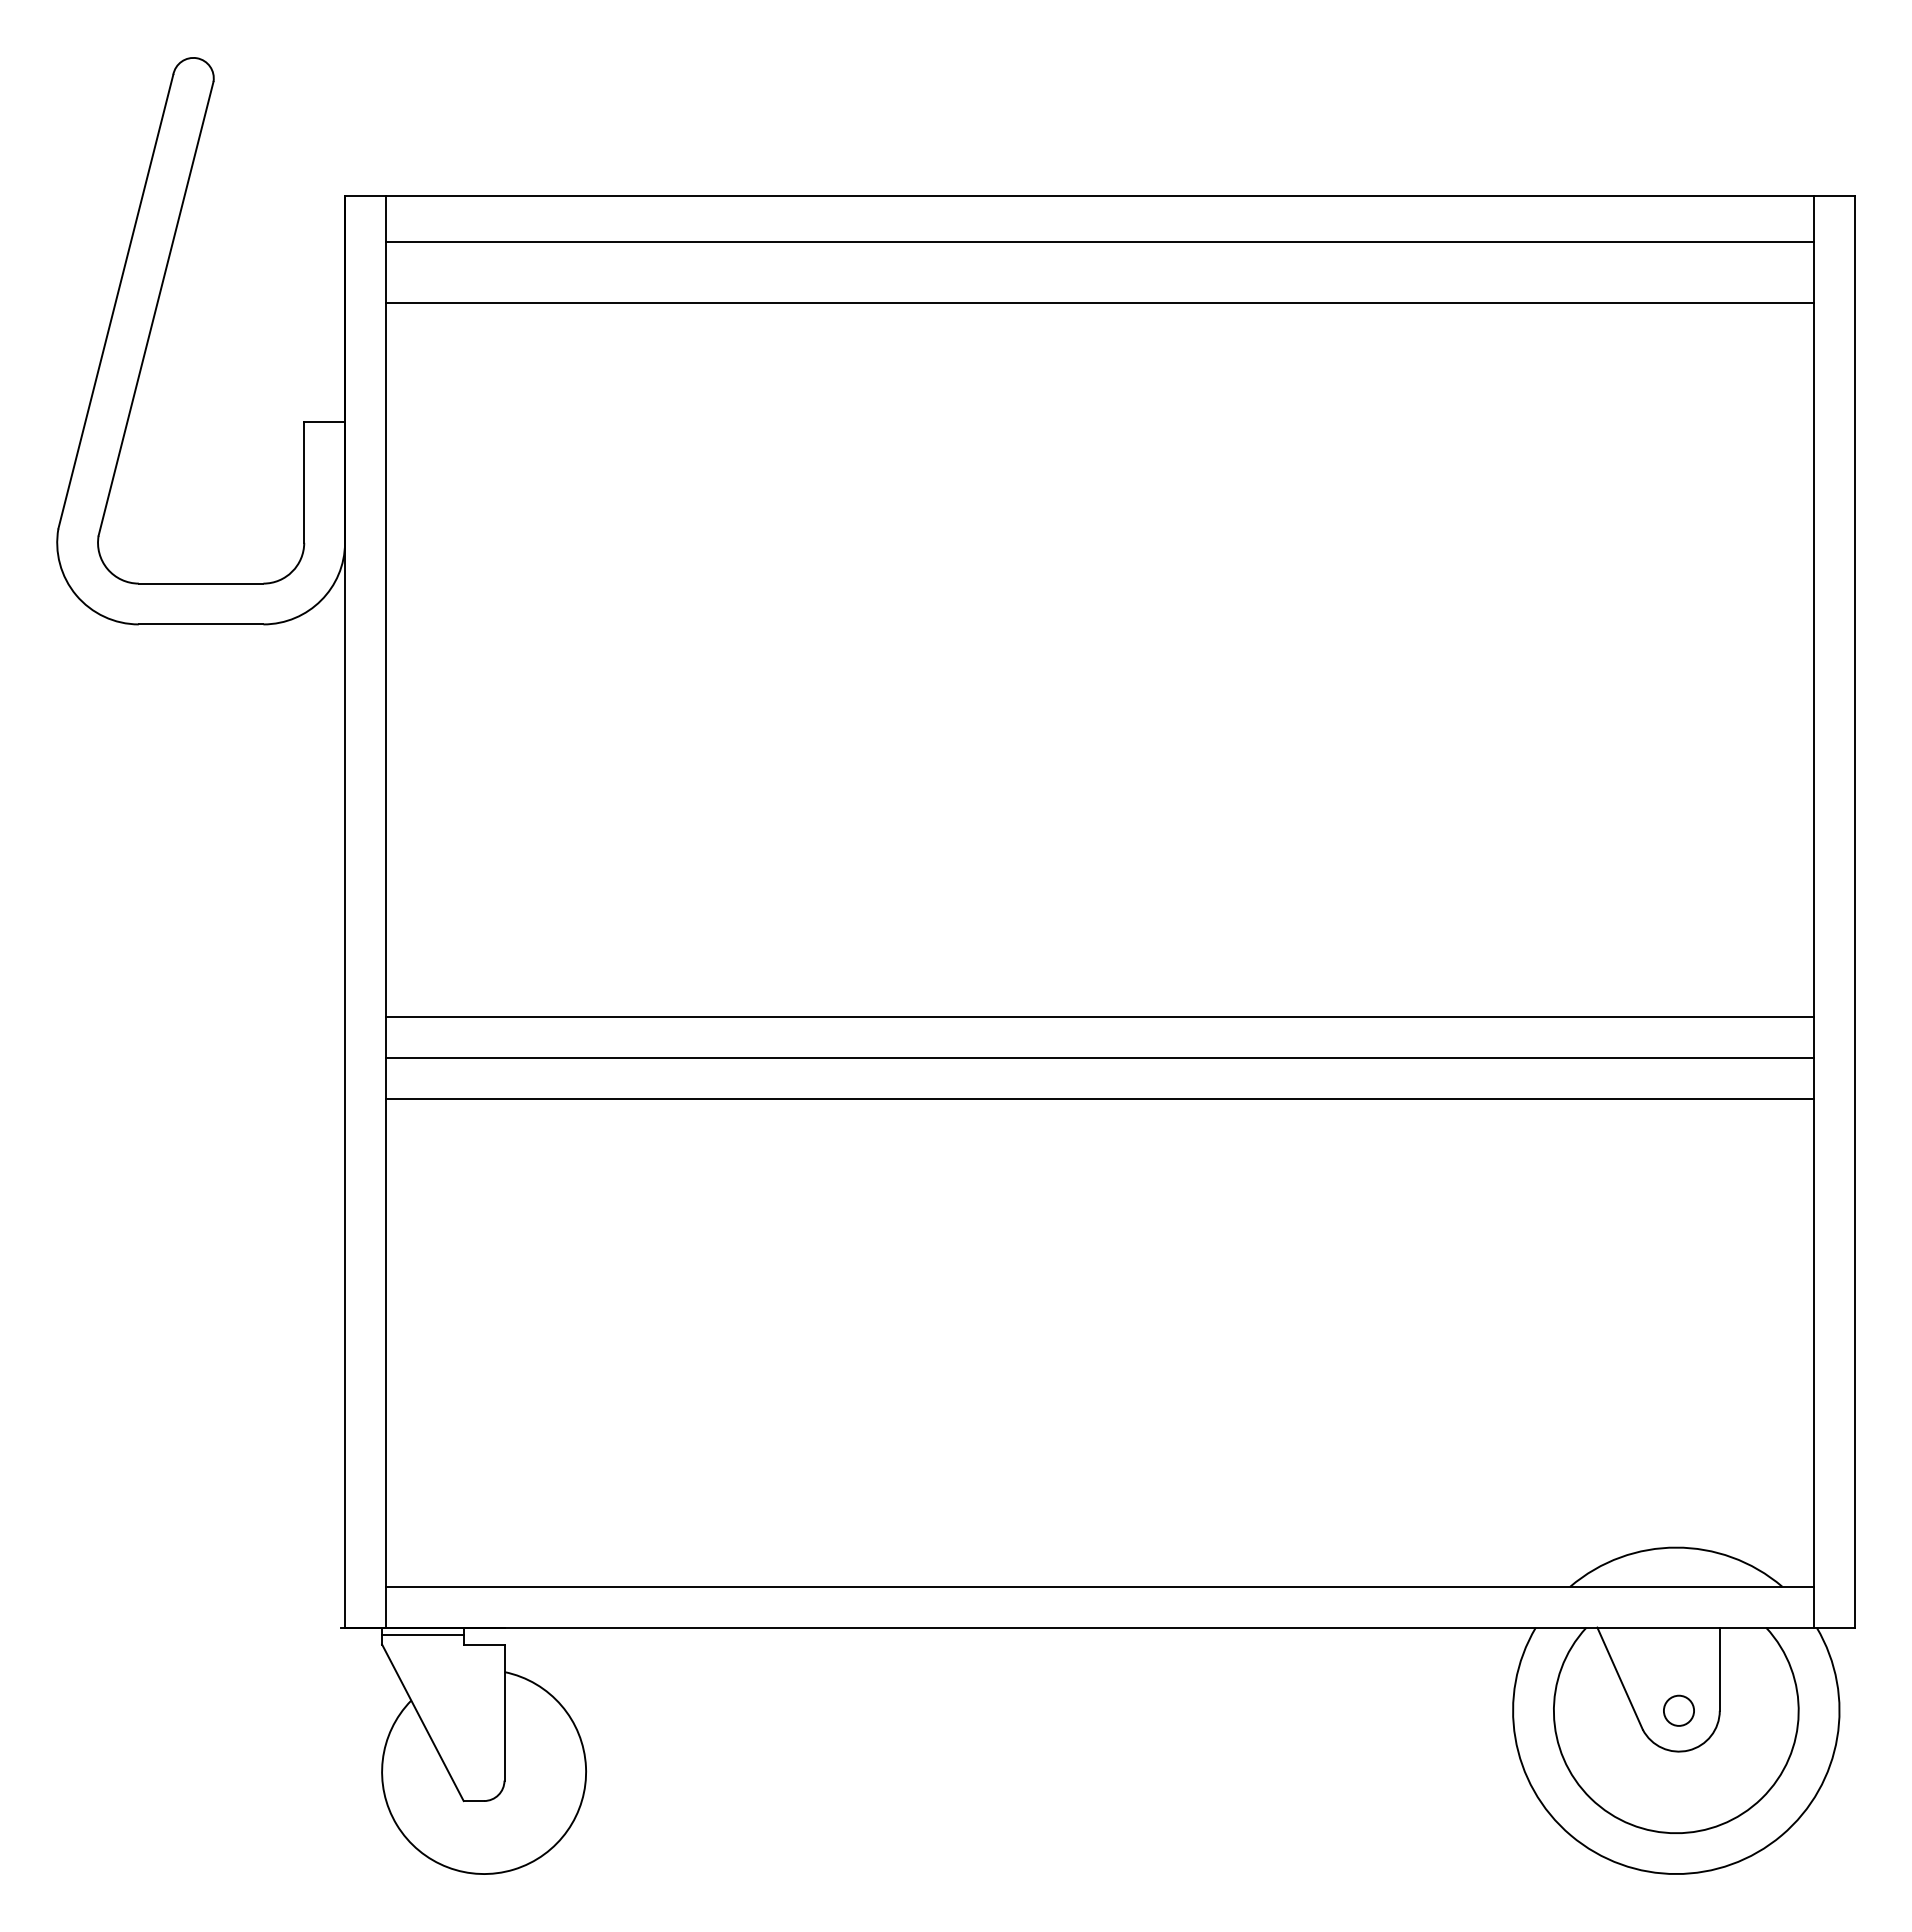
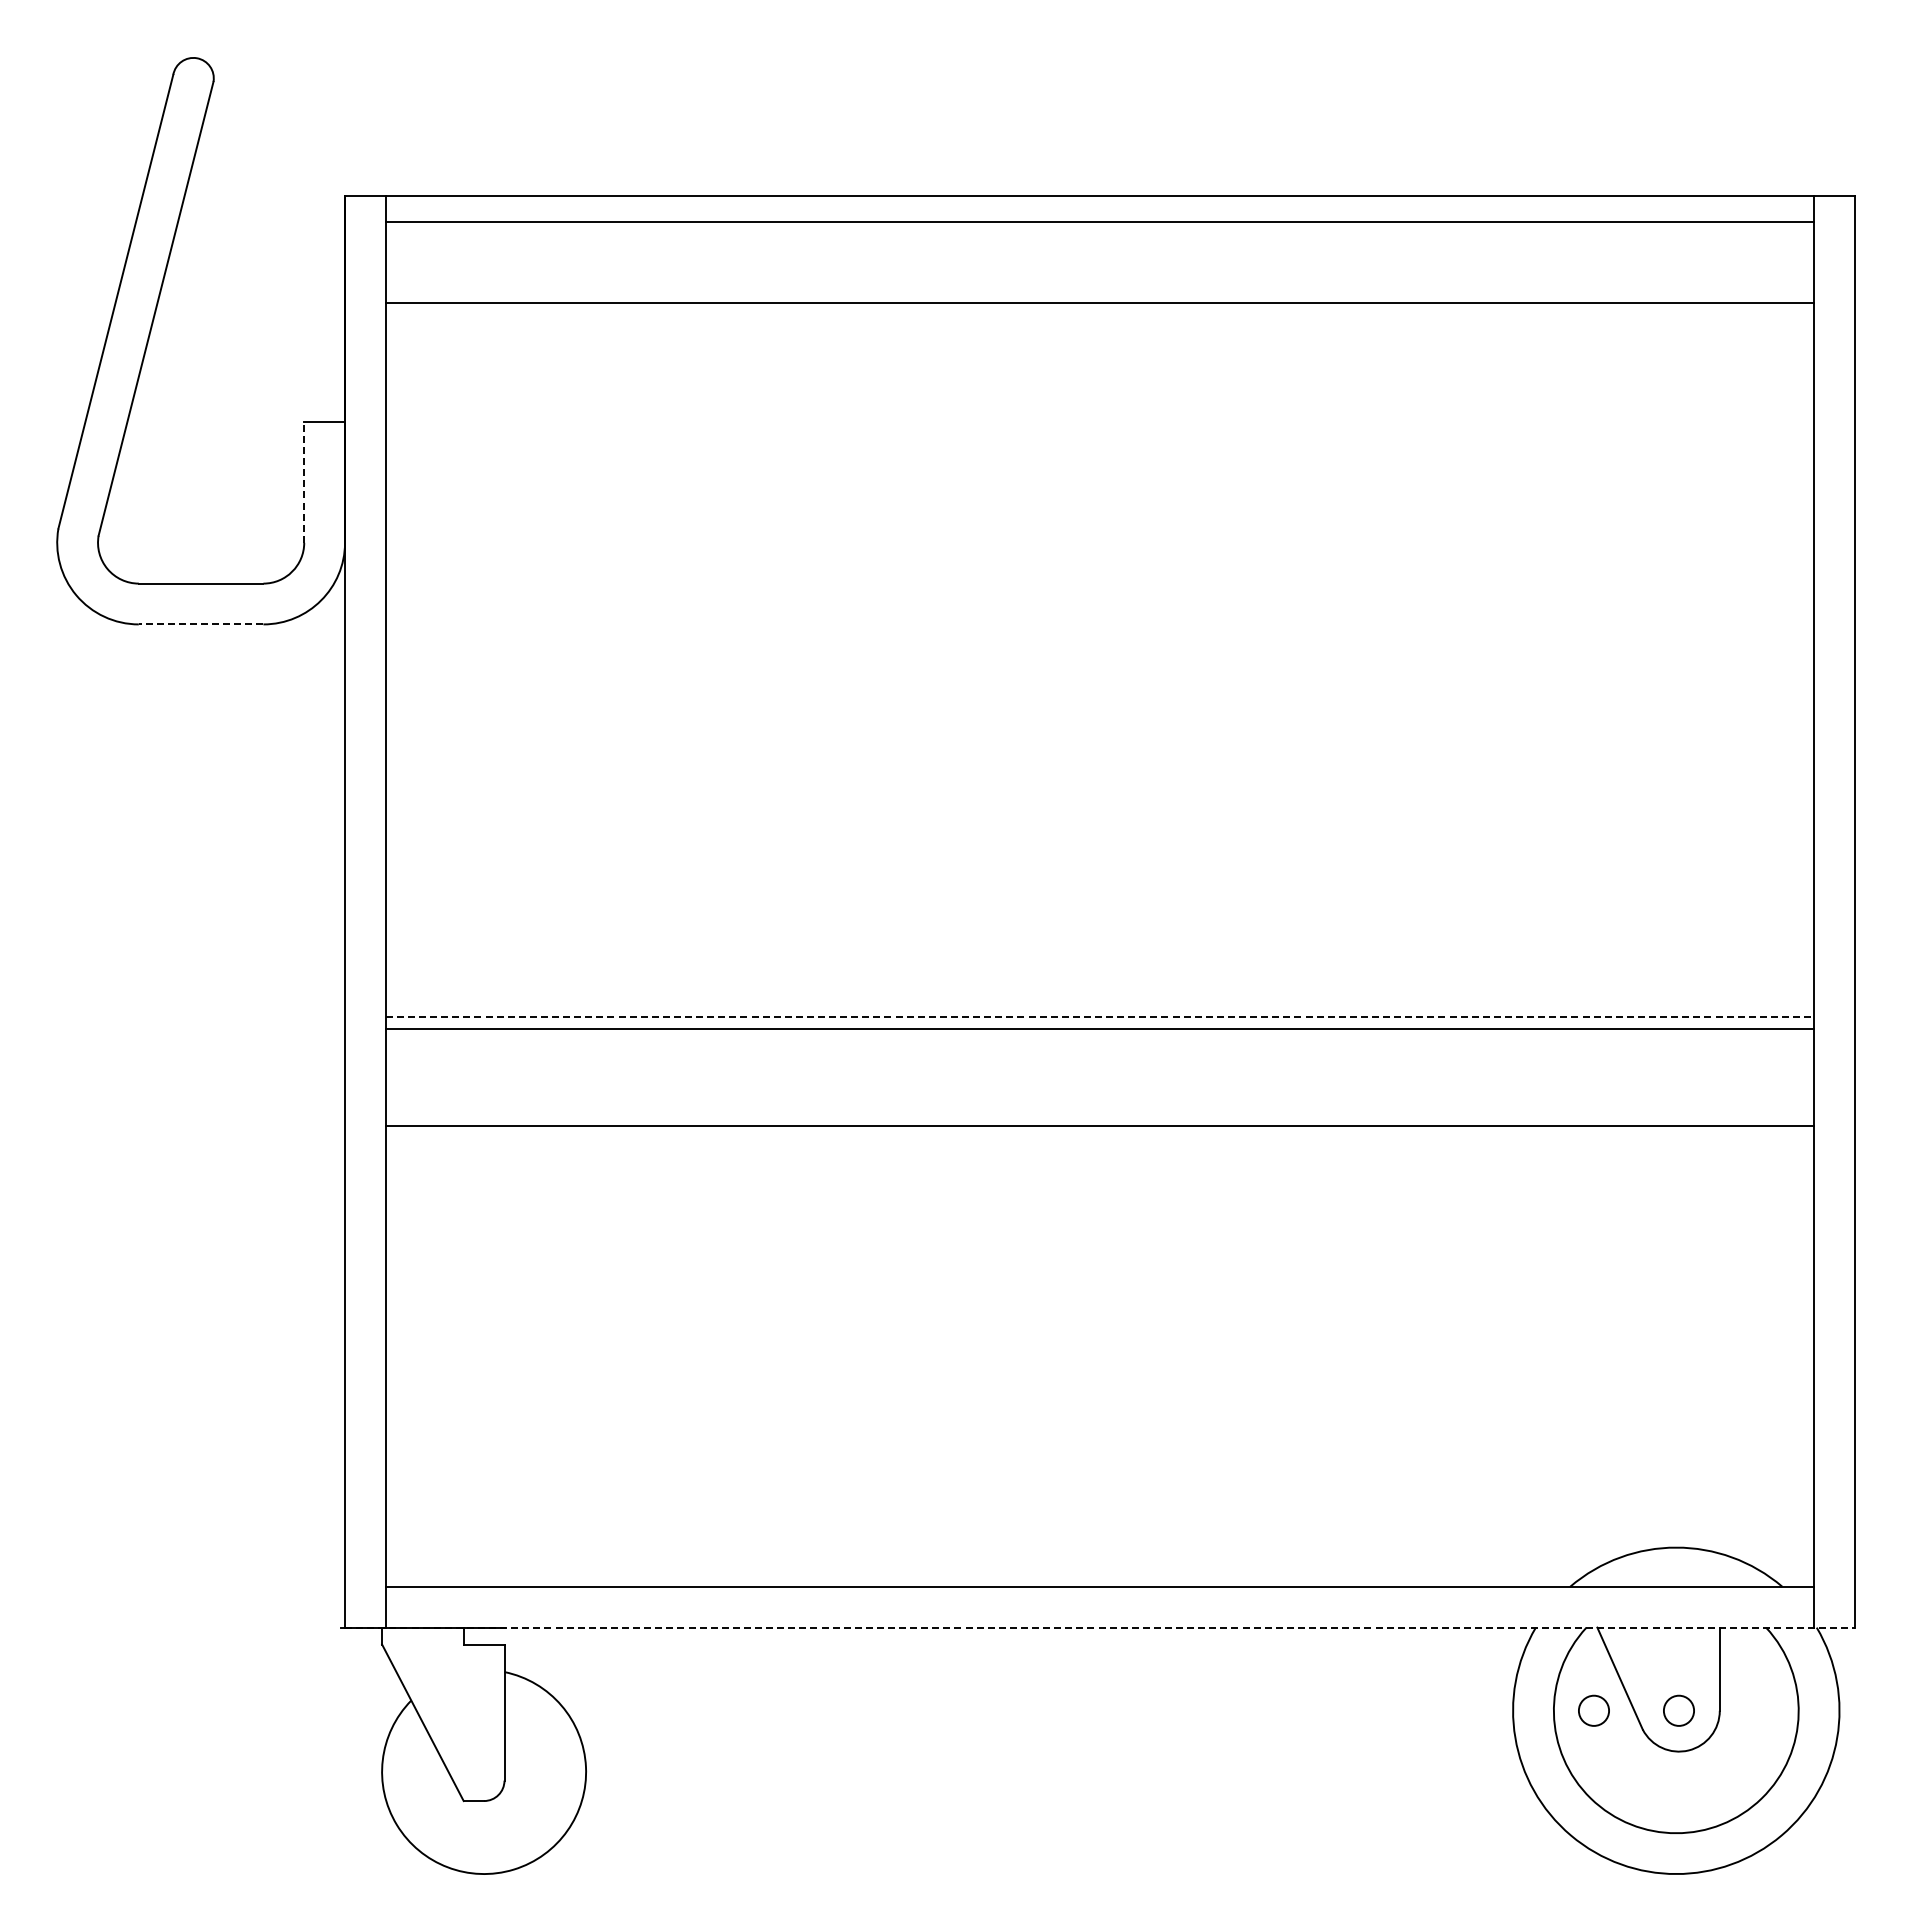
line at (1099, 241) position: (1099, 241) -> (1099, 221)
line at (304, 481): solid -> dashed
line at (200, 624): solid -> dashed
line at (1100, 1017): solid -> dashed
line at (1099, 1057) position: (1099, 1057) -> (1099, 1028)
line at (1099, 1098) position: (1099, 1098) -> (1099, 1125)
line at (1099, 1627): solid -> dashed
line at (422, 1634): present -> none
circle at (1593, 1710): none -> present
